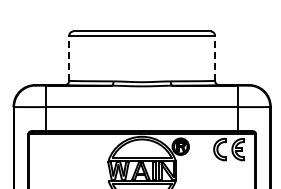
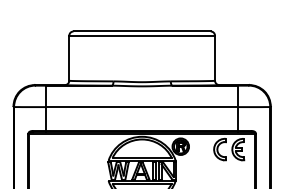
line at (69, 58): dashed -> solid
line at (215, 58): dashed -> solid
